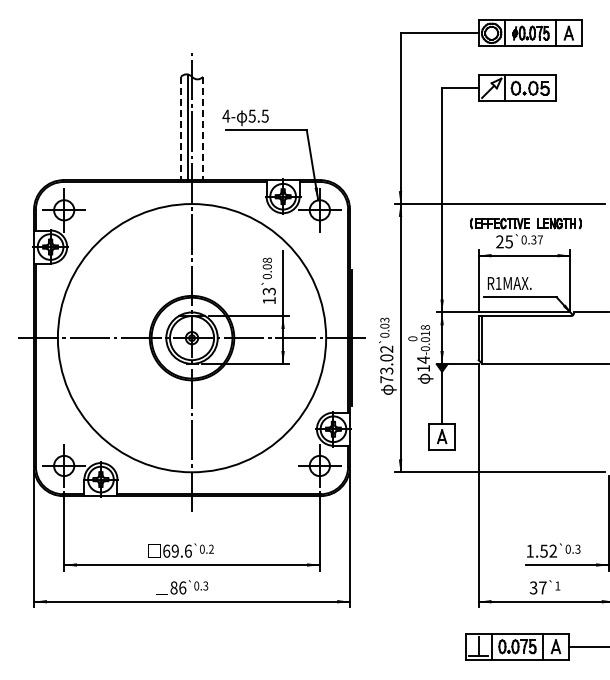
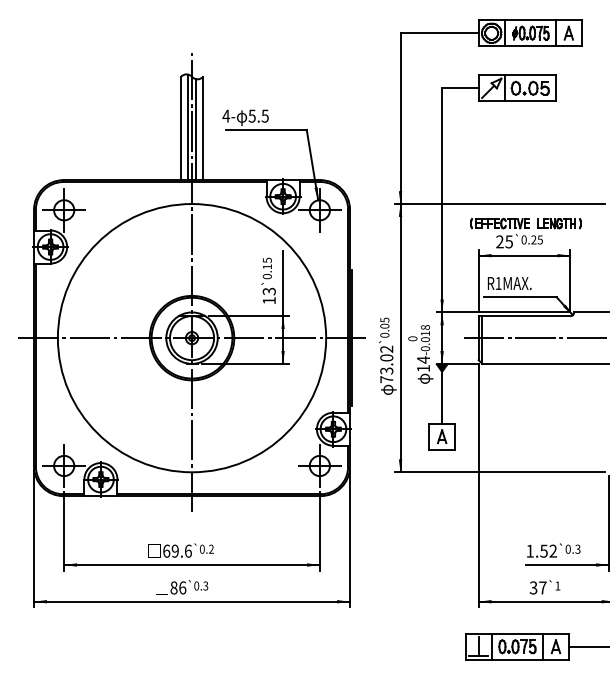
line at (181, 128): dashed -> solid
line at (203, 128): dashed -> solid
line at (195, 129): none -> present
text at (536, 239): 0.37 -> 0.25
text at (266, 263): 0.08 -> 0.15
text at (384, 319): 0.03 -> 0.05
line at (534, 338): none -> present
